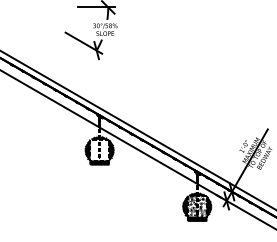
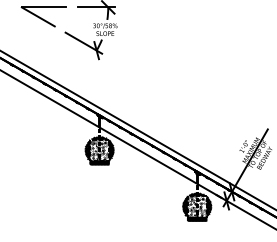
part at (43, 16): none -> present
hatch at (99, 150): none -> present
